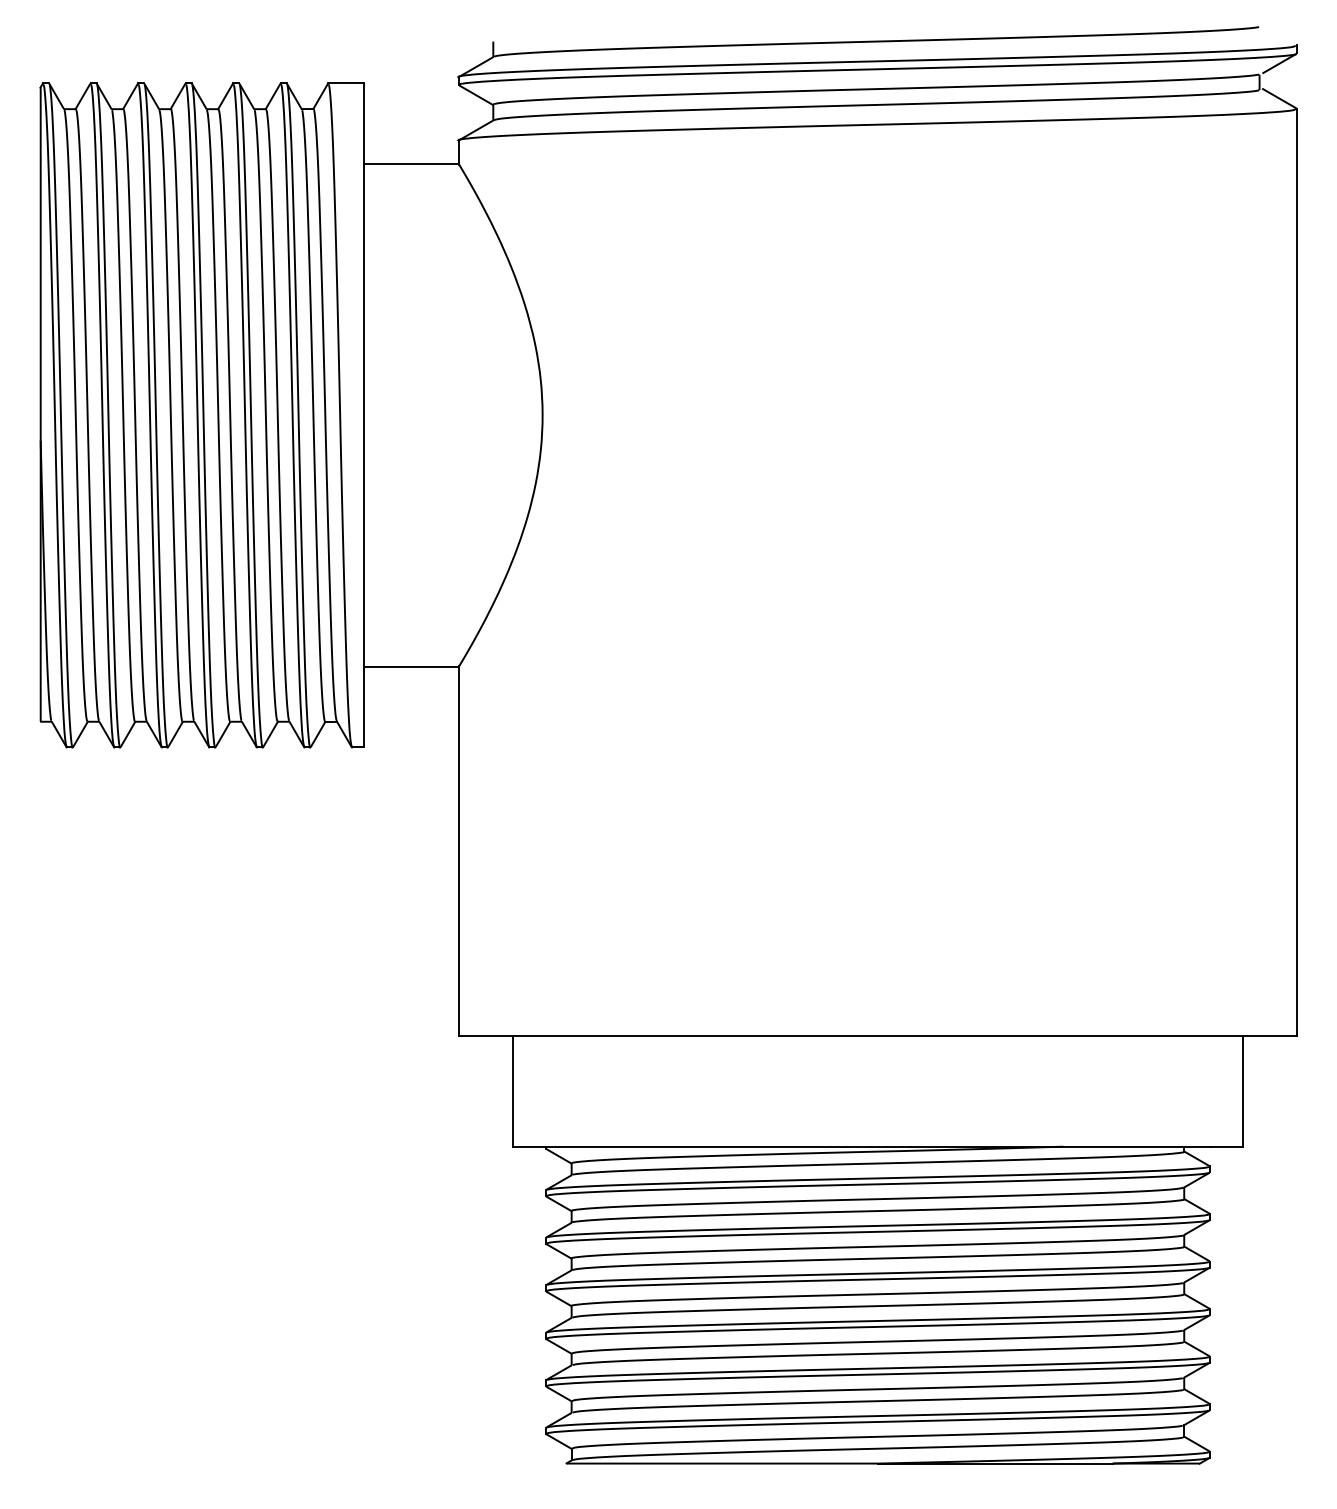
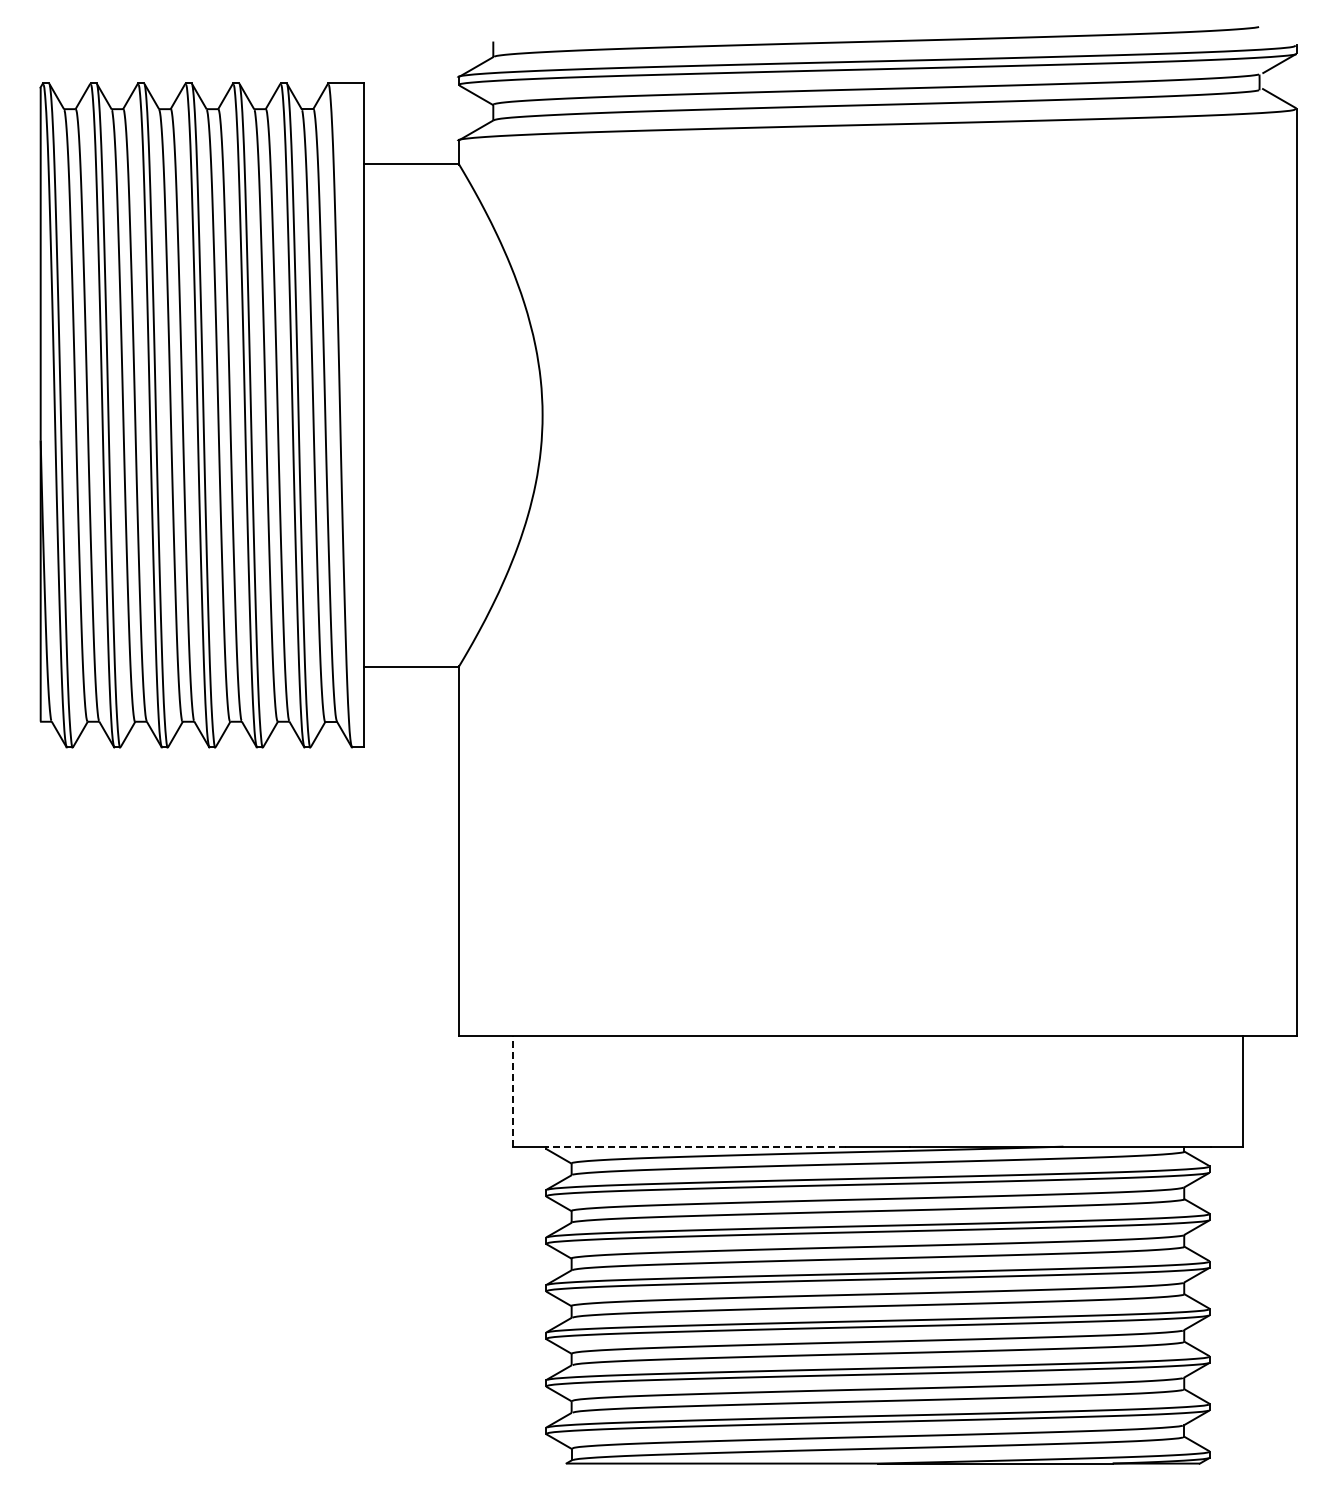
line at (513, 1090): solid -> dashed
line at (695, 1146): solid -> dashed
